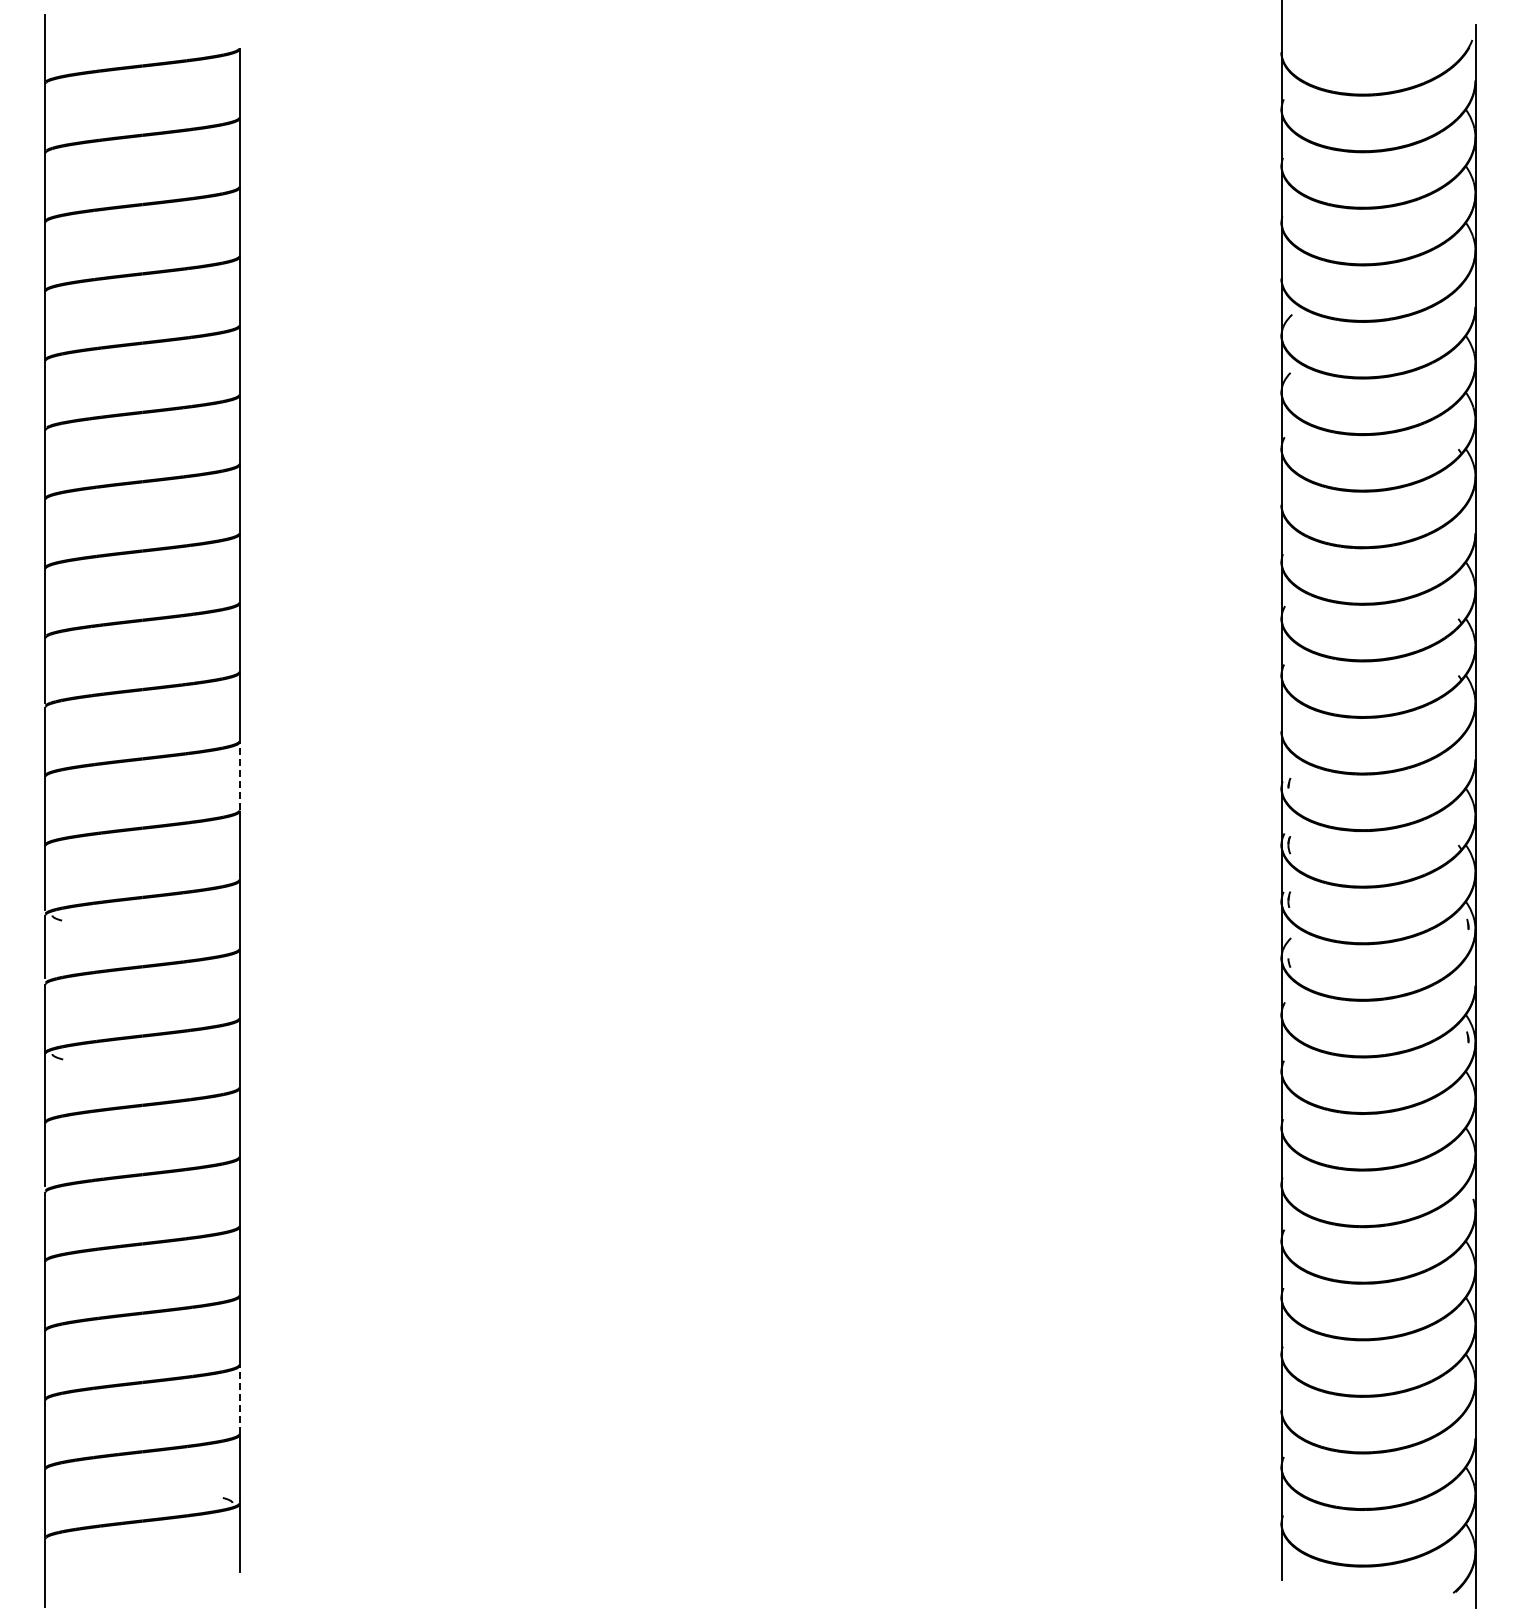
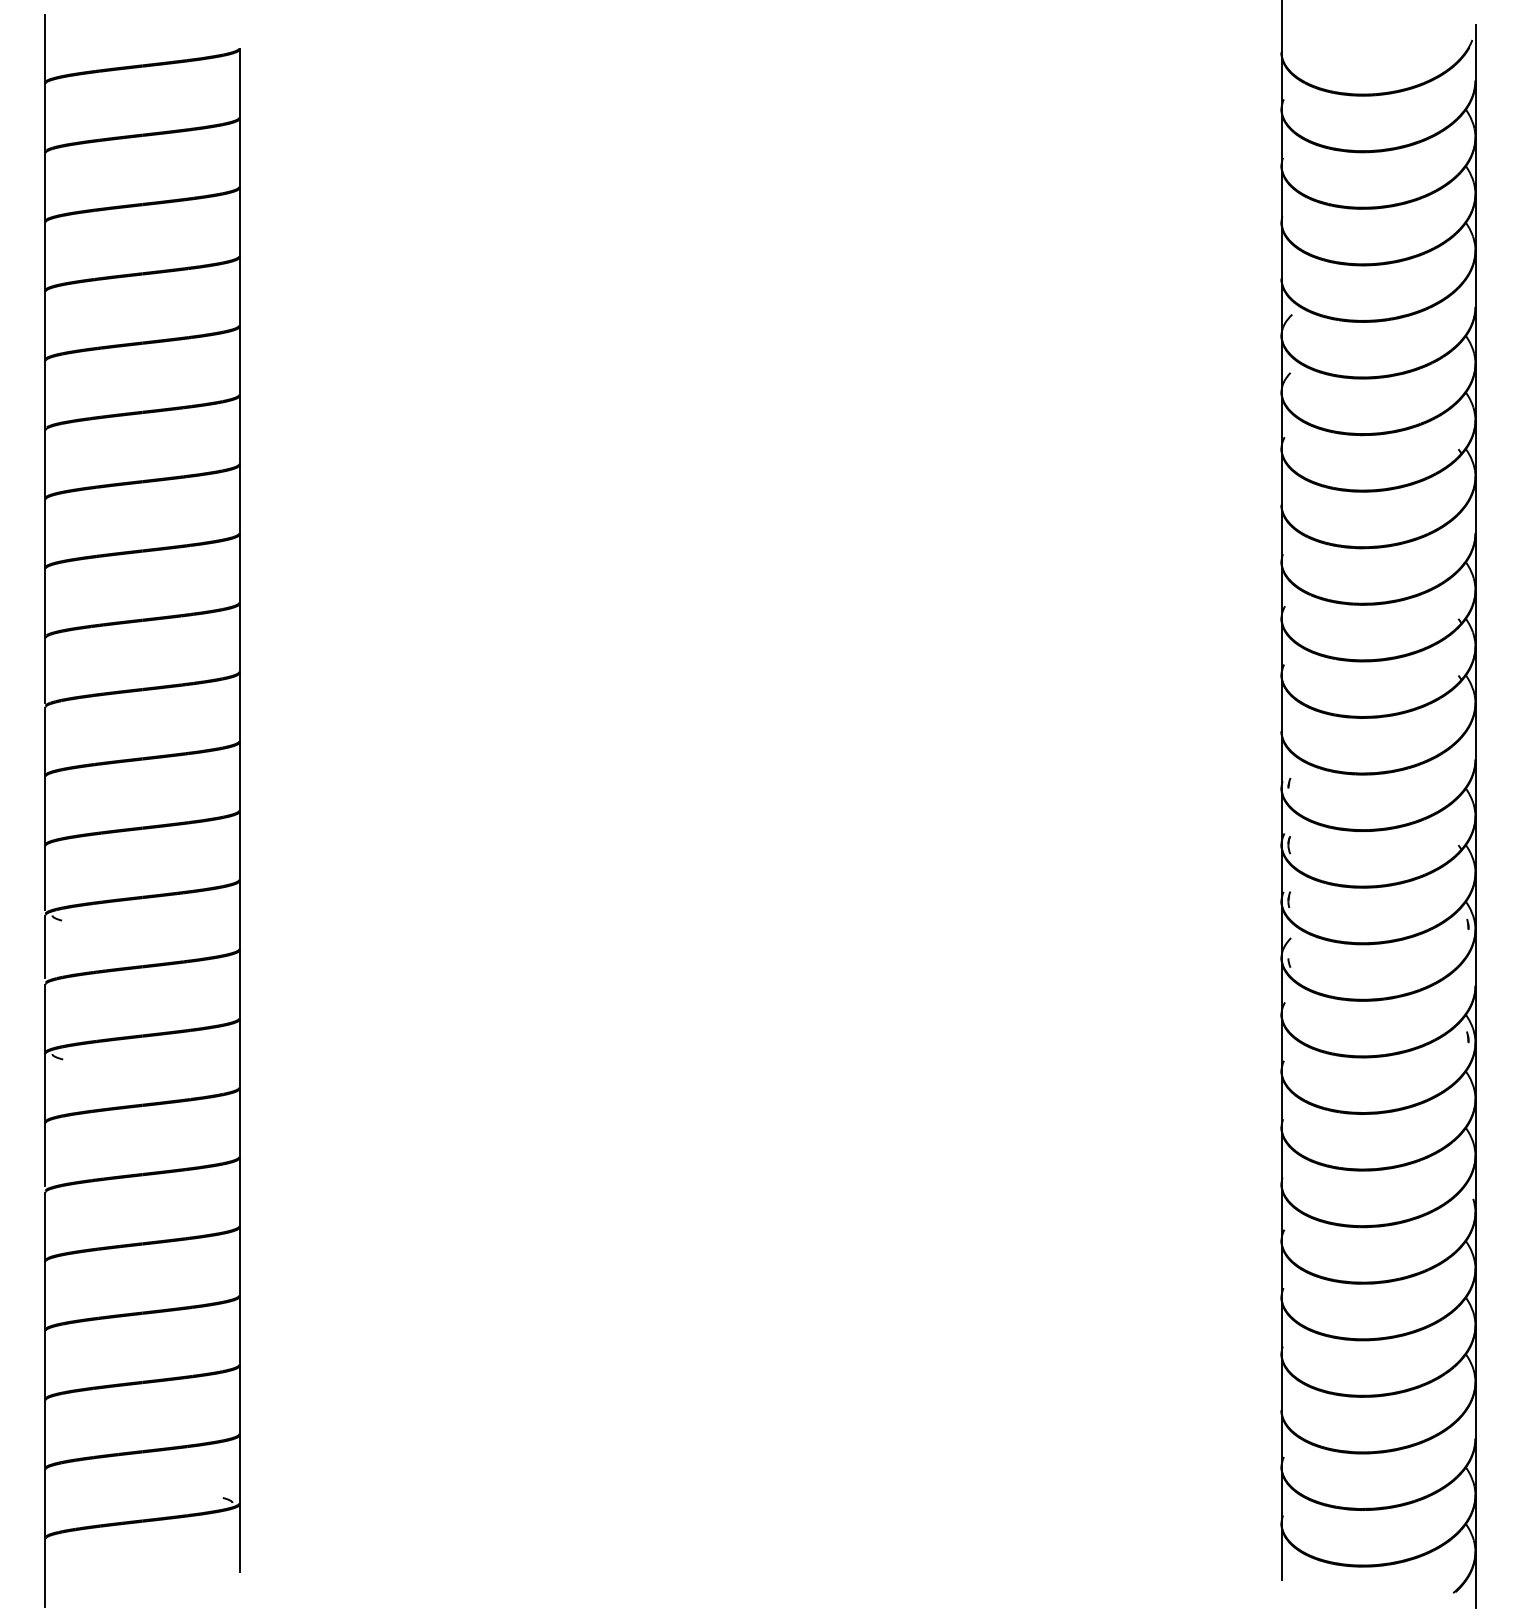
line at (239, 776): dashed -> solid
line at (239, 1399): dashed -> solid
